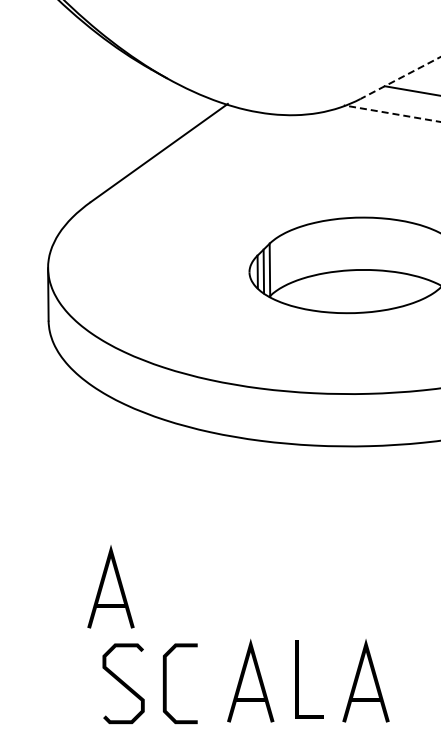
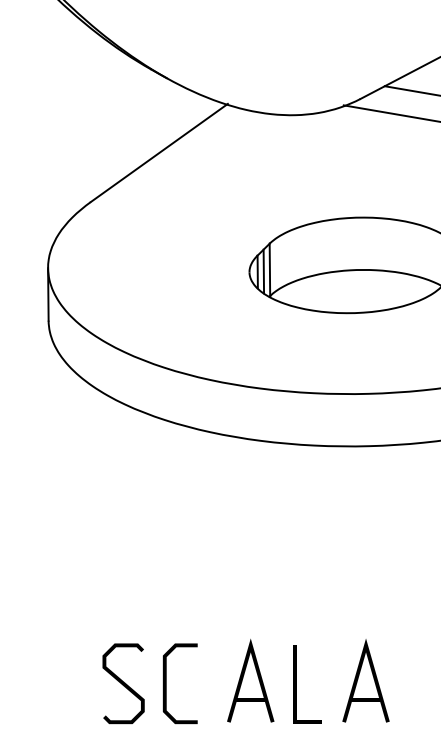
line at (400, 78): dashed -> solid
line at (391, 113): dashed -> solid
part at (110, 586): present -> none
line at (298, 679) position: (298, 679) -> (296, 684)
